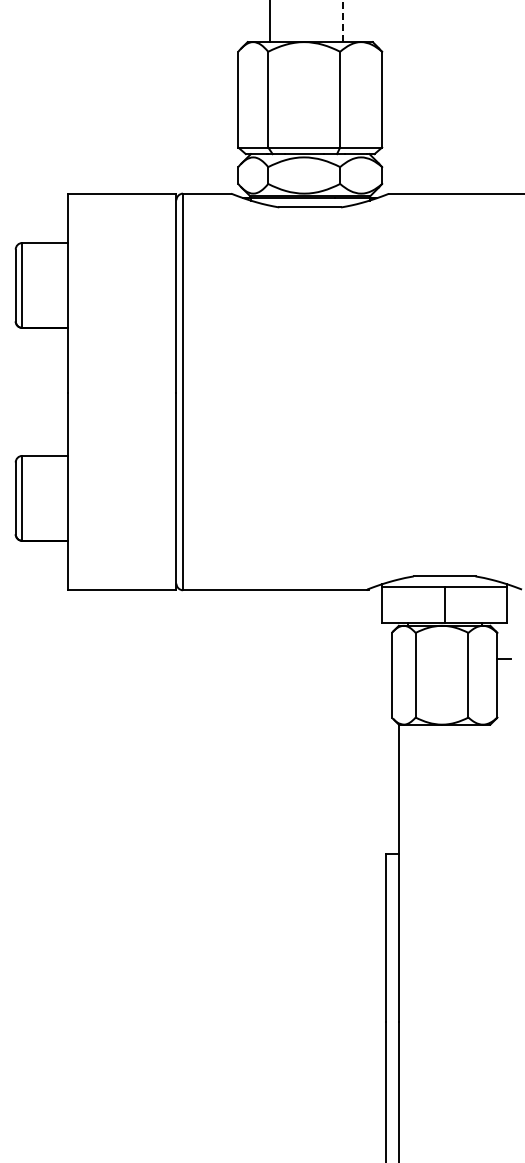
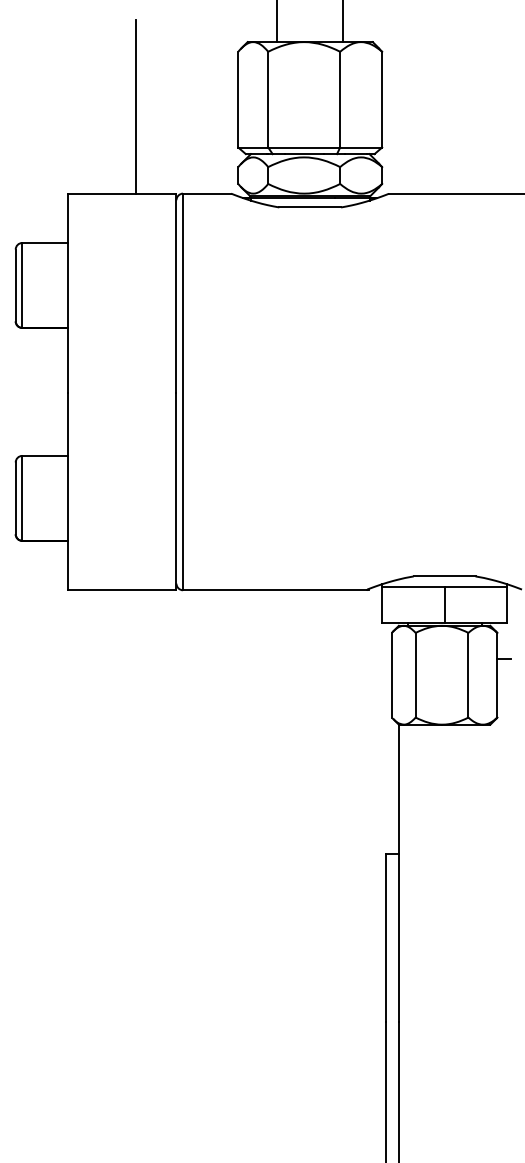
line at (343, 21): dashed -> solid
line at (270, 22) position: (270, 22) -> (277, 22)
line at (135, 107): none -> present
